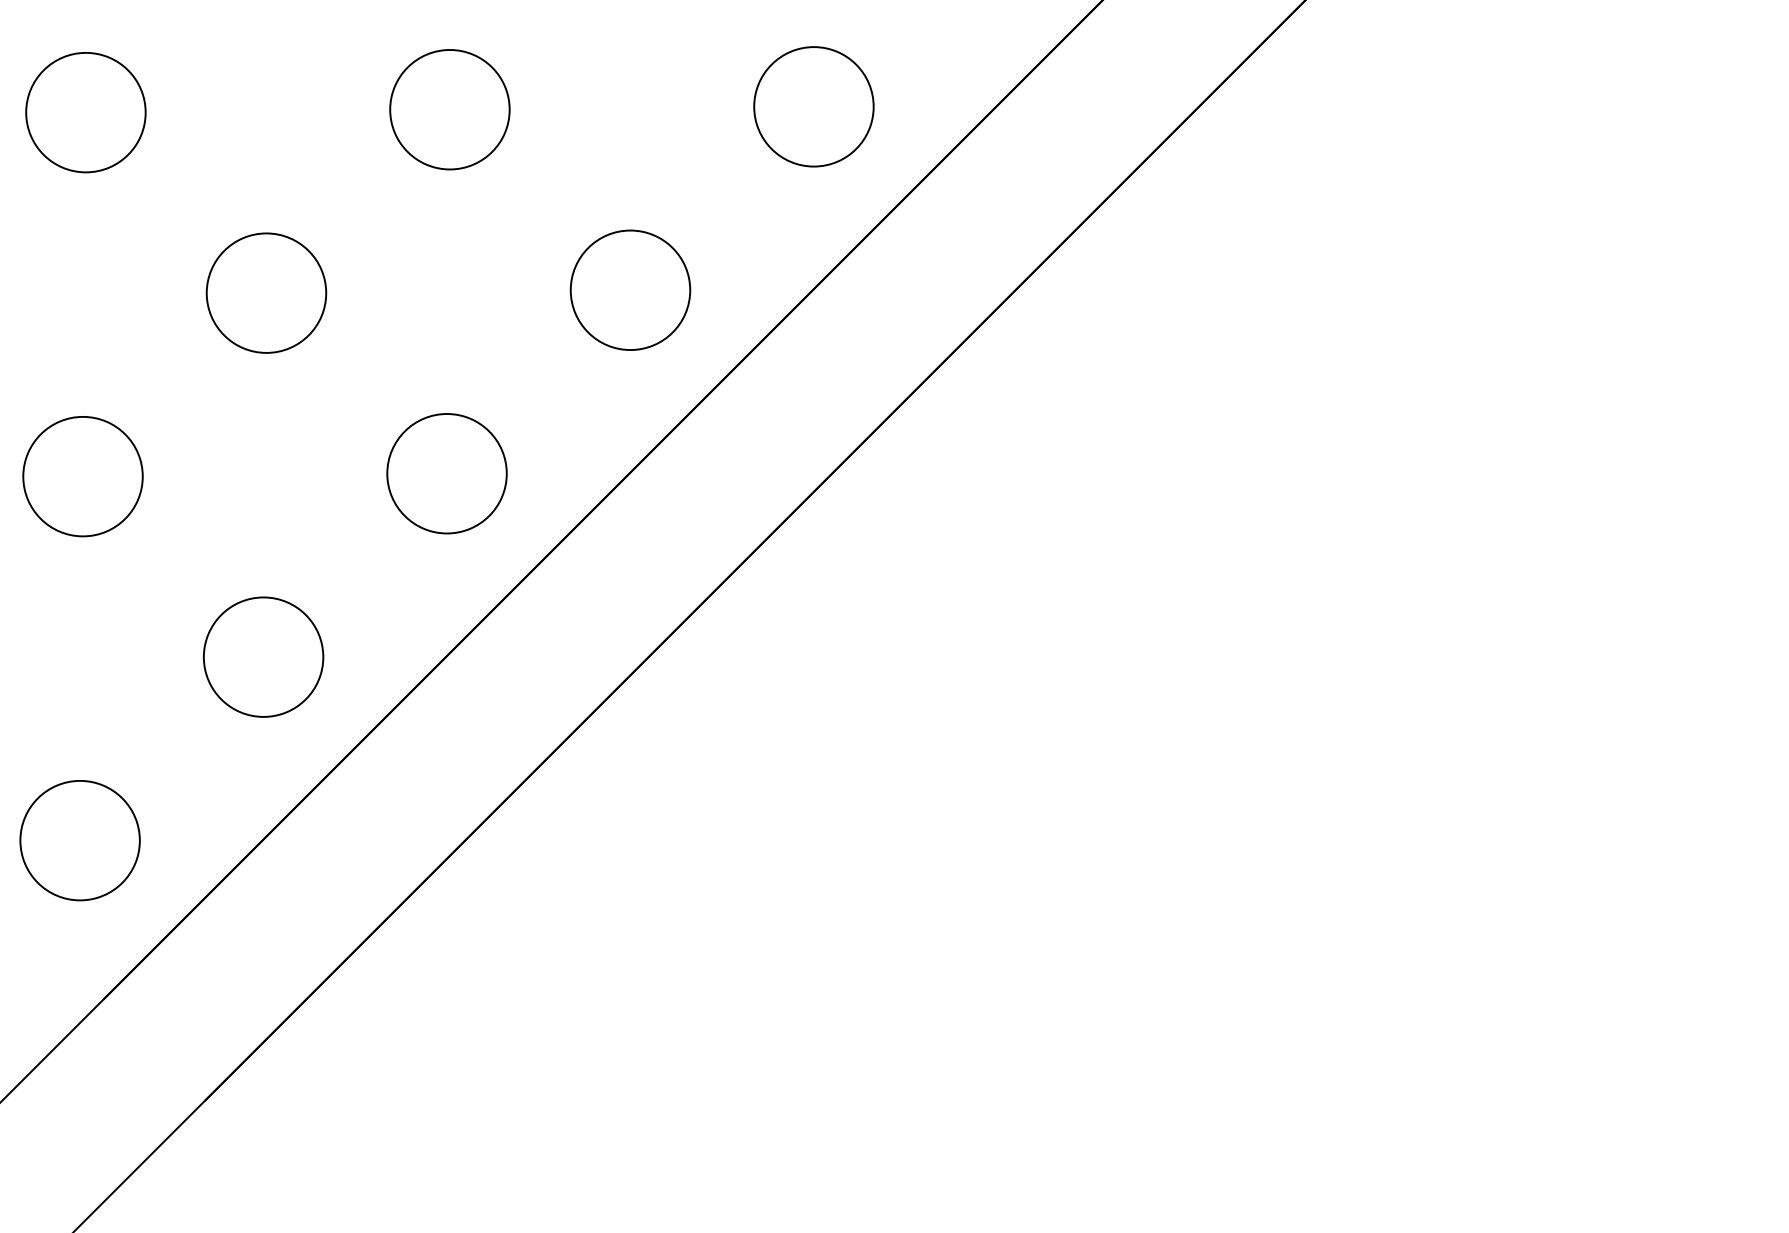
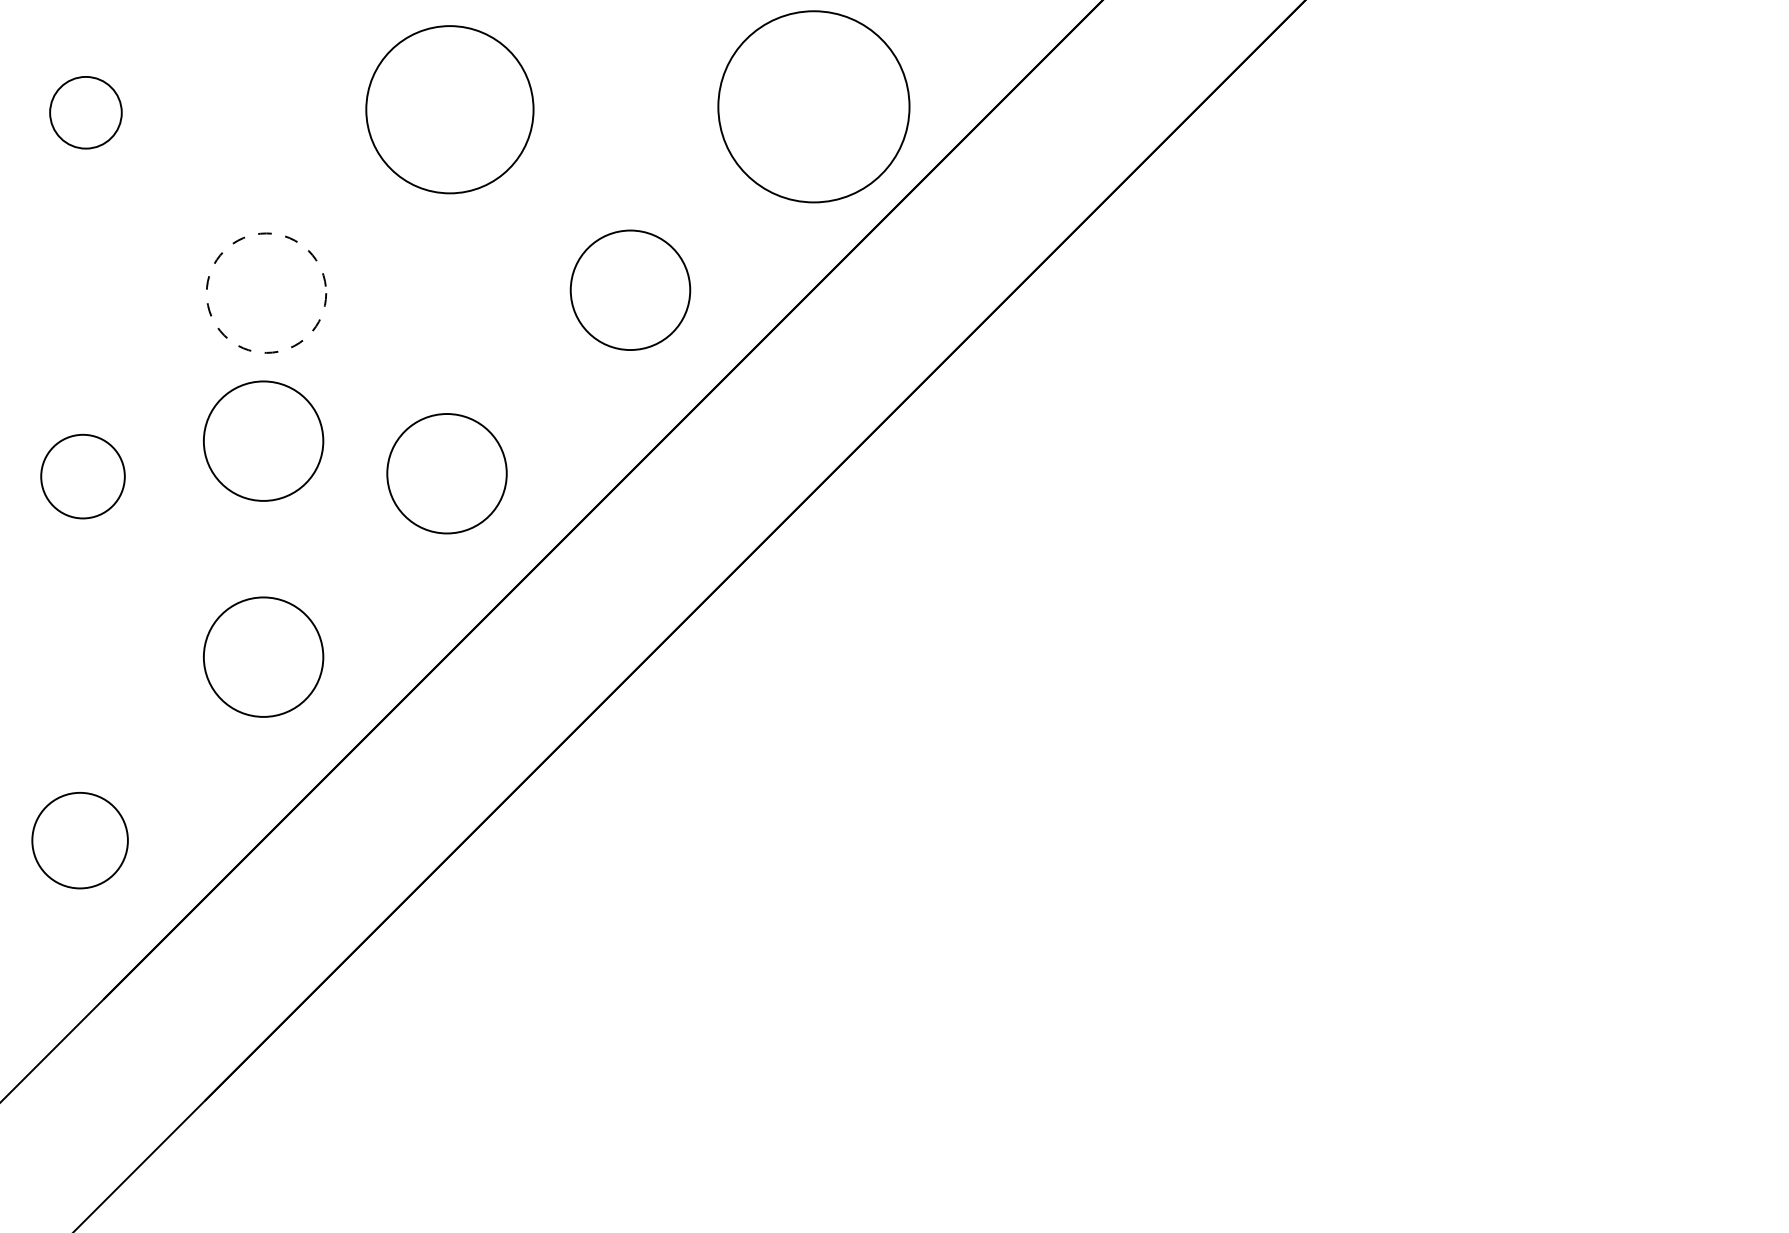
circle at (813, 106) diameter: 119 px -> 191 px
circle at (449, 109) diameter: 119 px -> 167 px
circle at (85, 112) size: 122x122 px -> 74x74 px
circle at (266, 292): solid -> dashed
circle at (263, 440): none -> present
circle at (82, 476) diameter: 119 px -> 84 px
circle at (79, 840) diameter: 119 px -> 96 px
